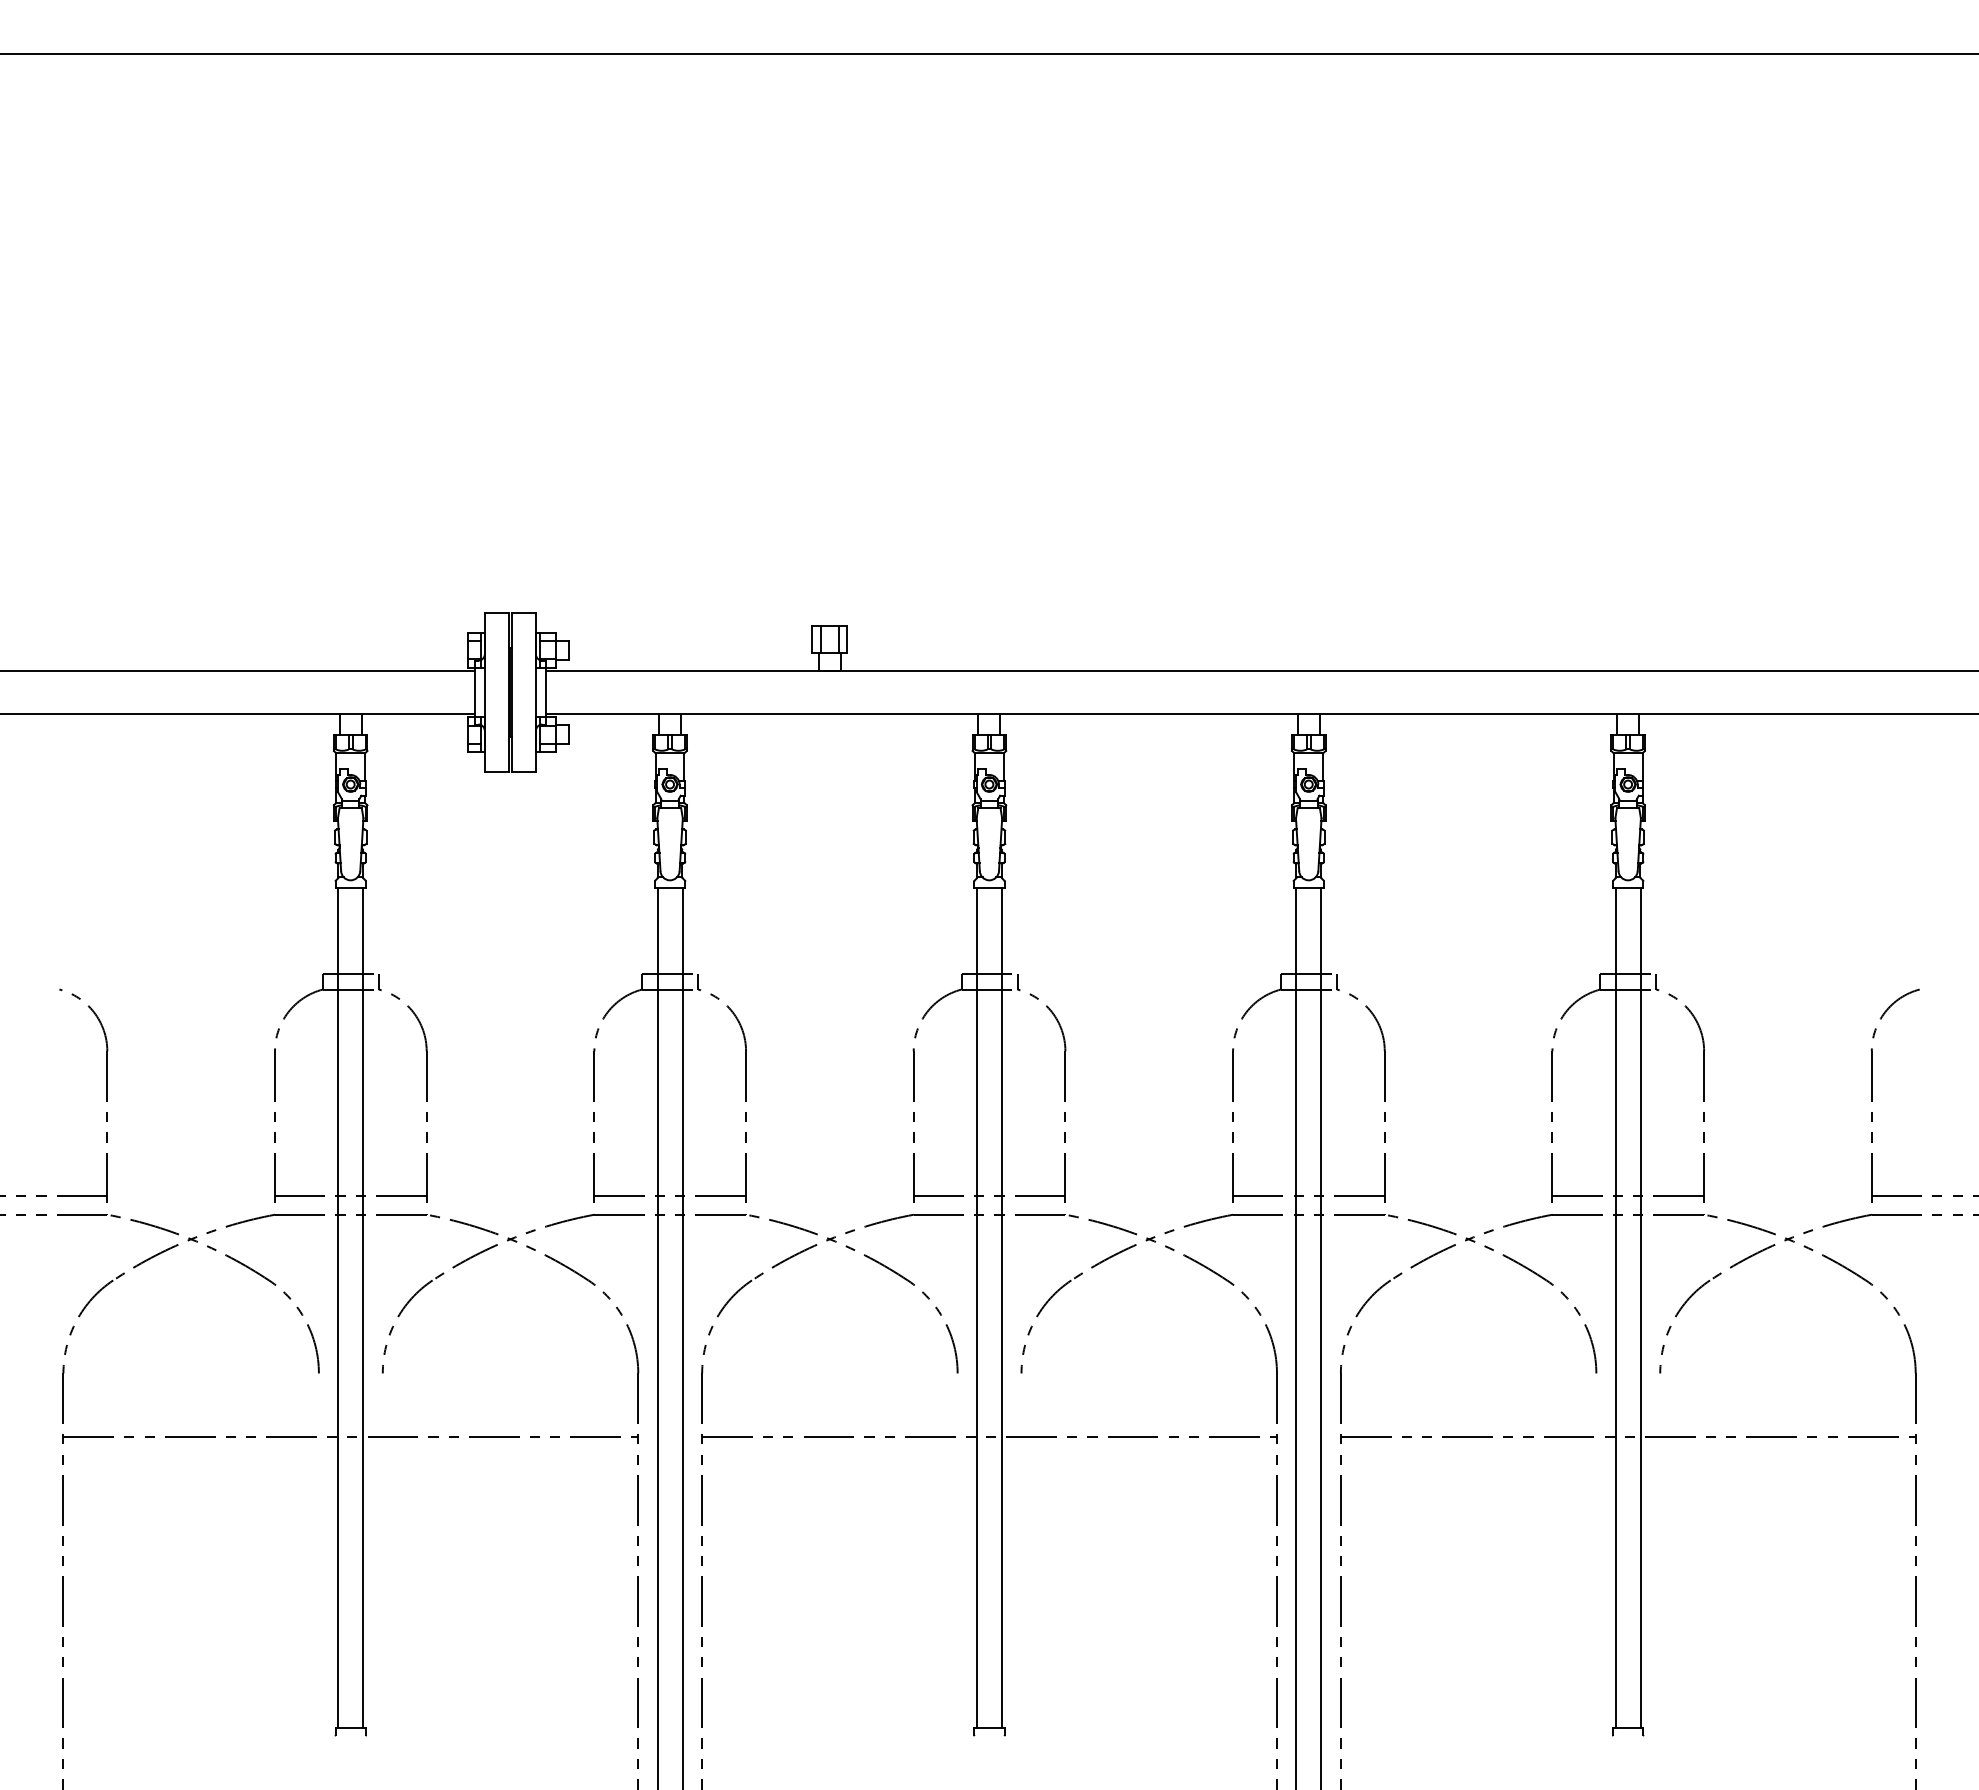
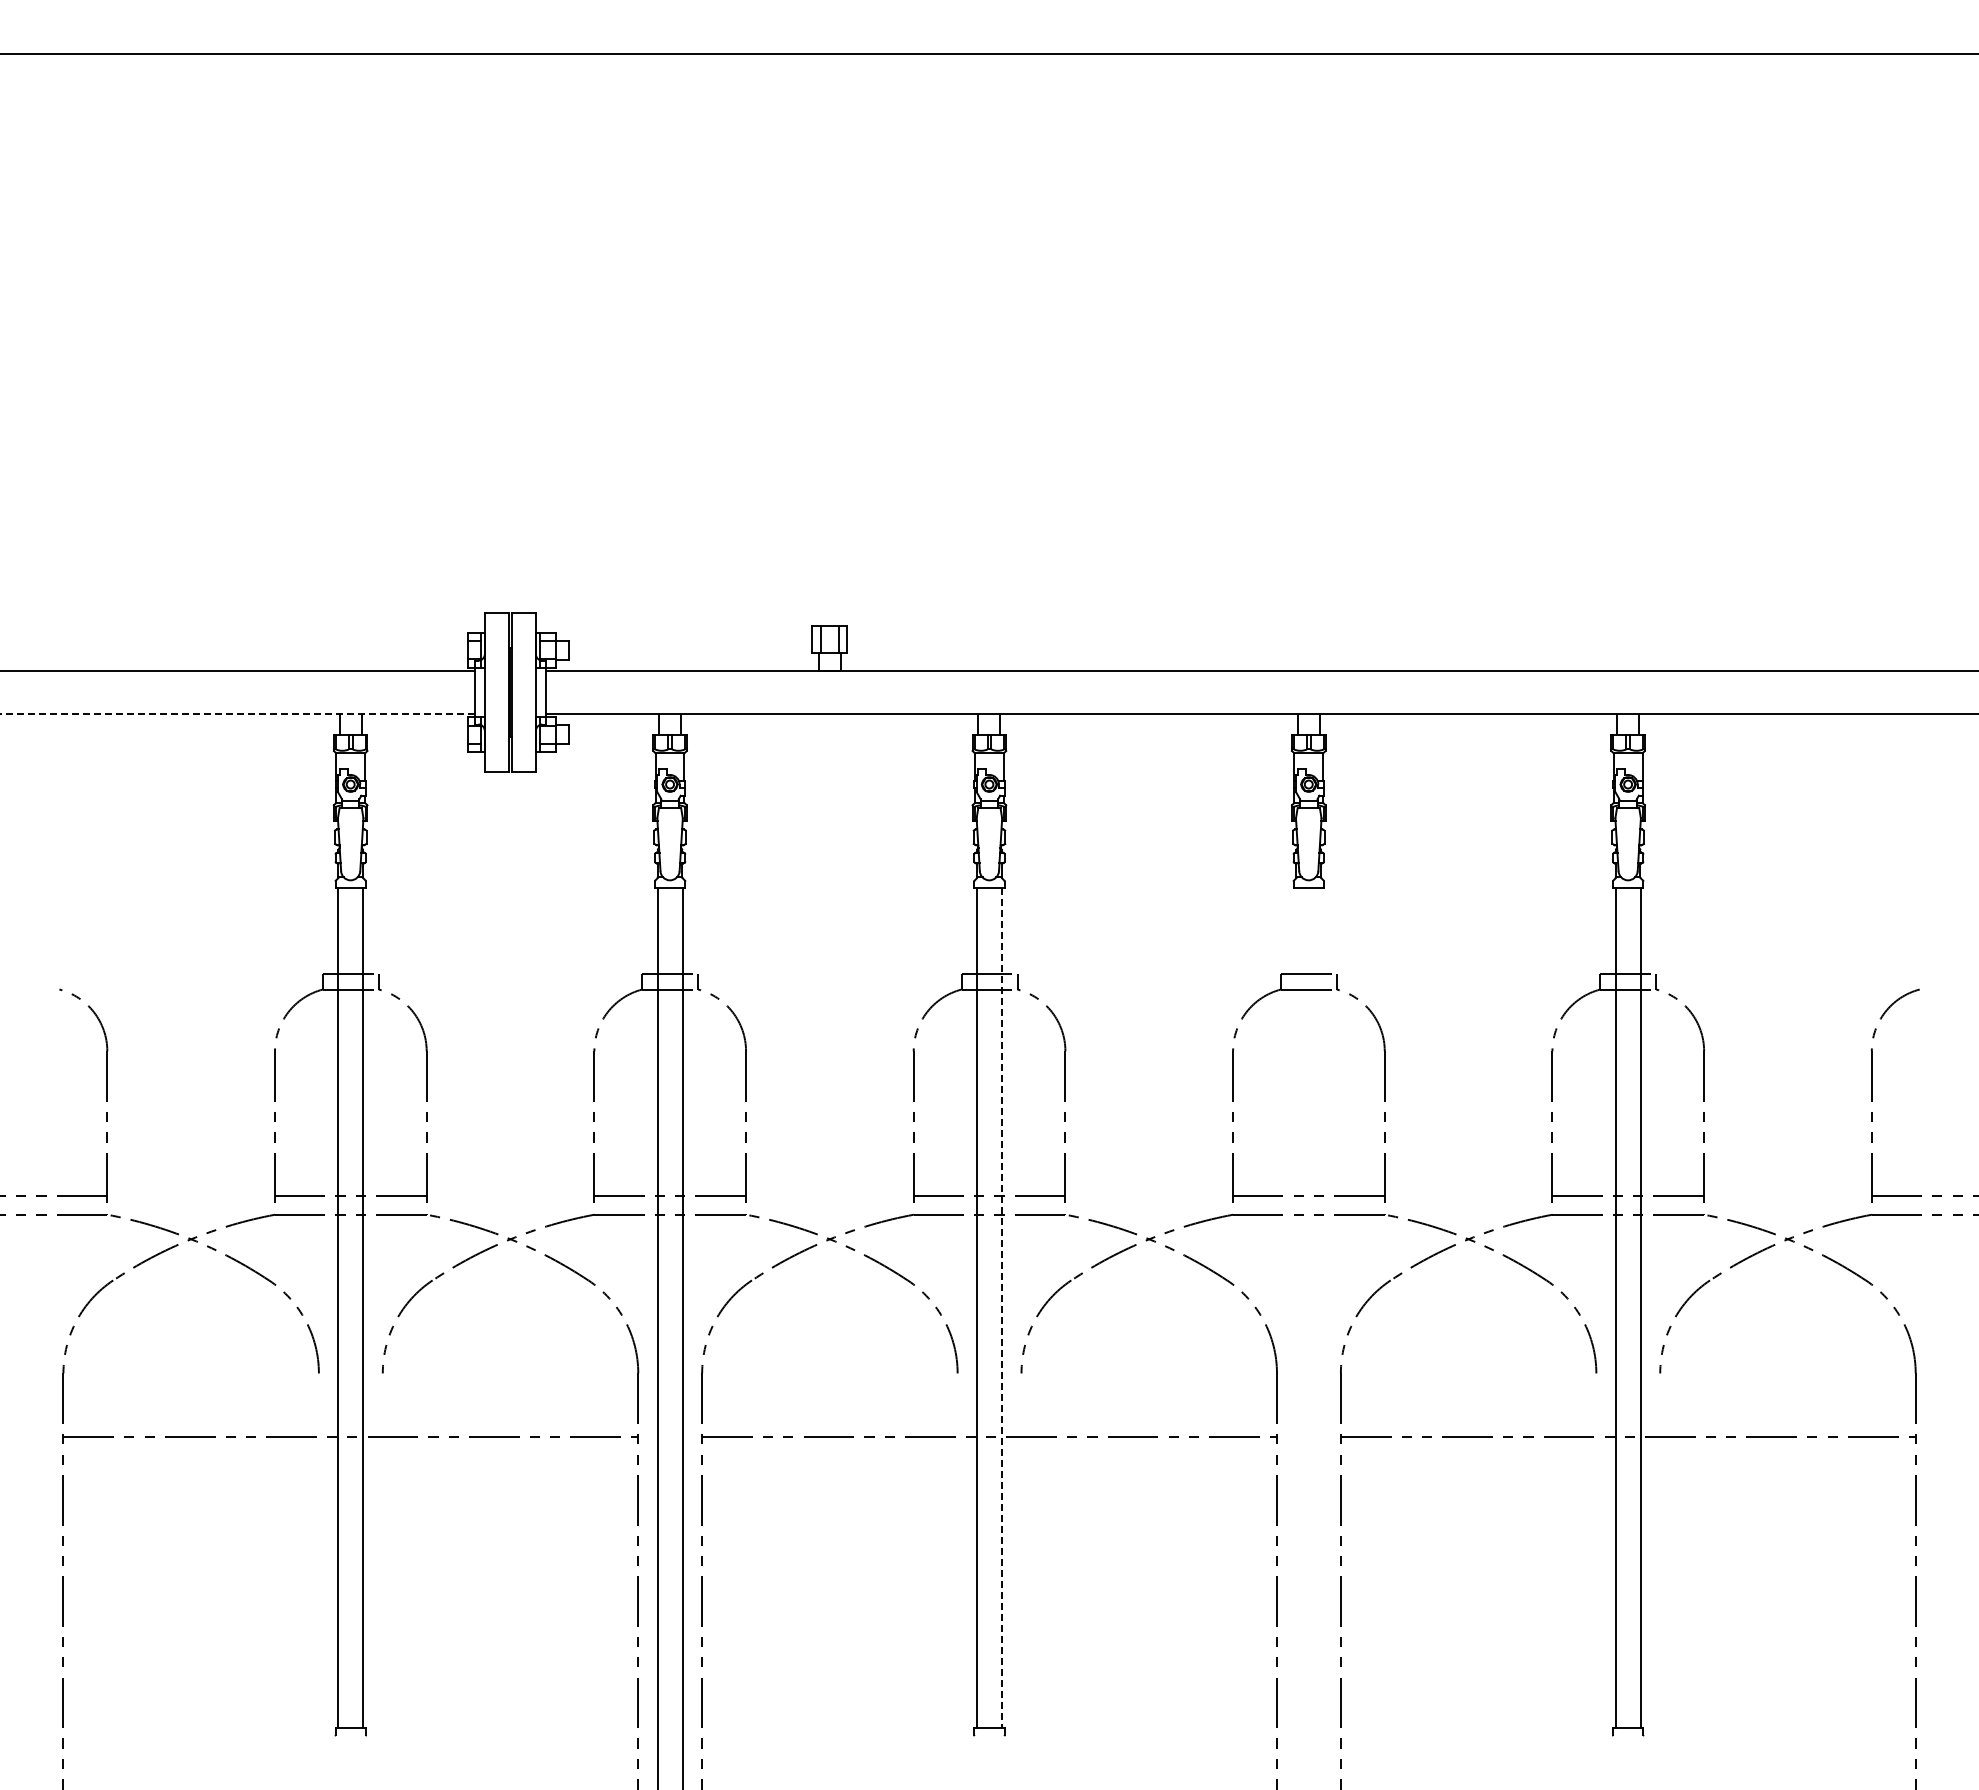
line at (237, 714): solid -> dashed
line at (1001, 1308): solid -> dashed
line at (1296, 1337): present -> none
line at (1321, 1337): present -> none
